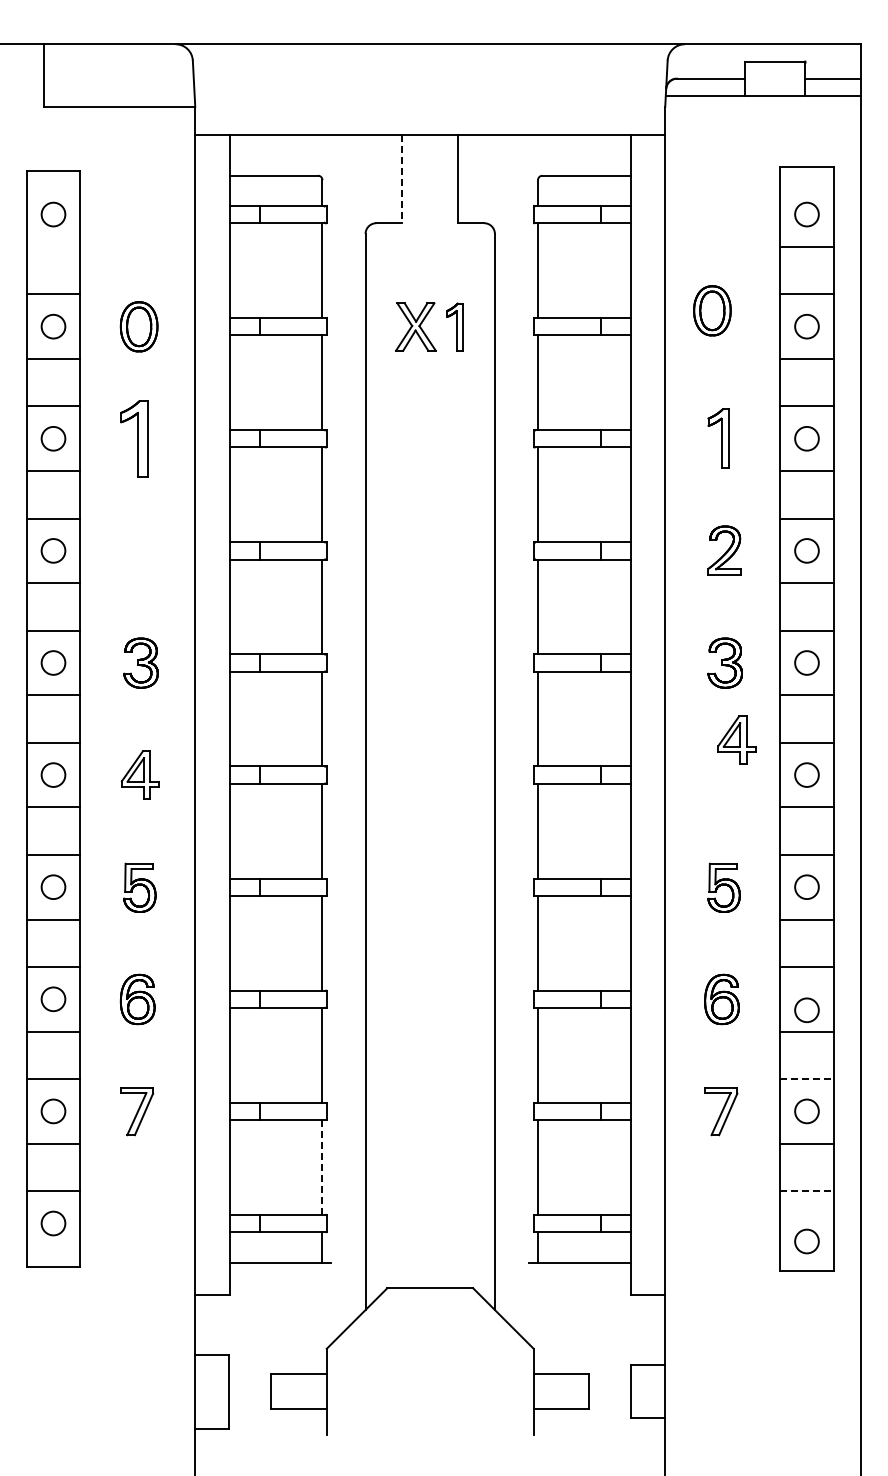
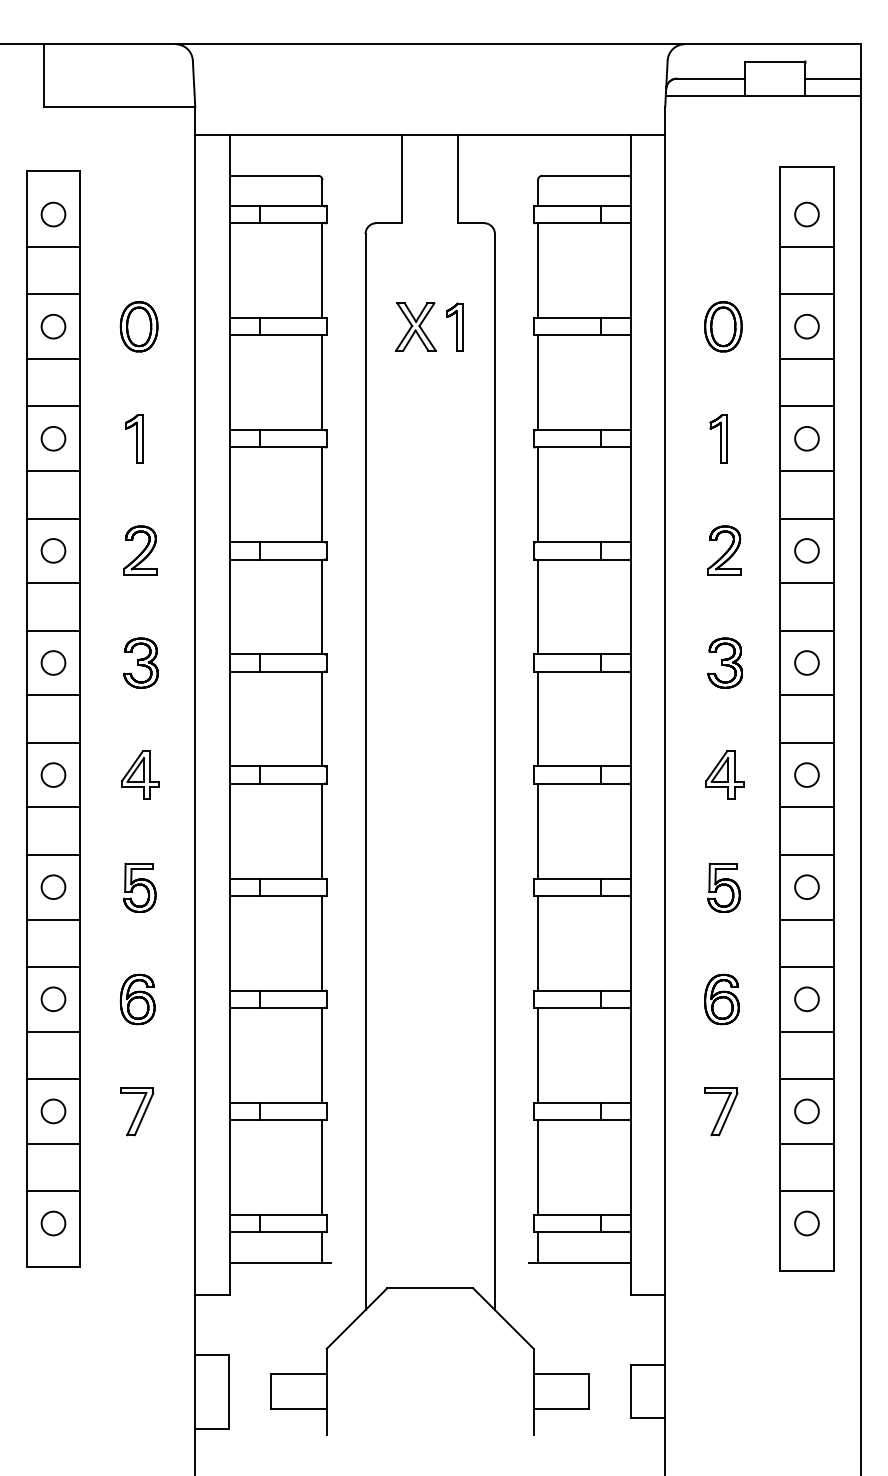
line at (402, 179): dashed -> solid
line at (53, 246): none -> present
part at (712, 310) position: (712, 310) -> (723, 326)
part at (134, 438) size: 29x78 px -> 19x50 px
part at (718, 438) size: 23x61 px -> 19x50 px
part at (140, 550): none -> present
part at (736, 739) position: (736, 739) -> (724, 774)
circle at (806, 1010) position: (806, 1010) -> (806, 999)
line at (806, 1079): dashed -> solid
line at (322, 1166): dashed -> solid
line at (806, 1191): dashed -> solid
circle at (806, 1241) position: (806, 1241) -> (806, 1223)
